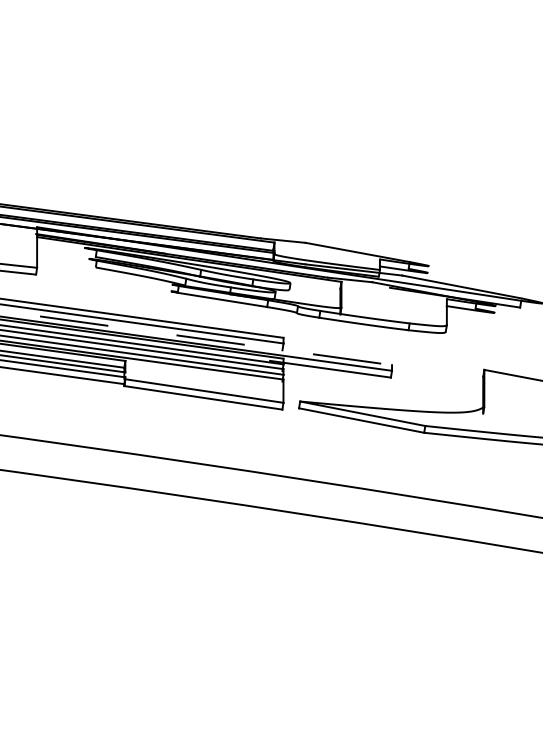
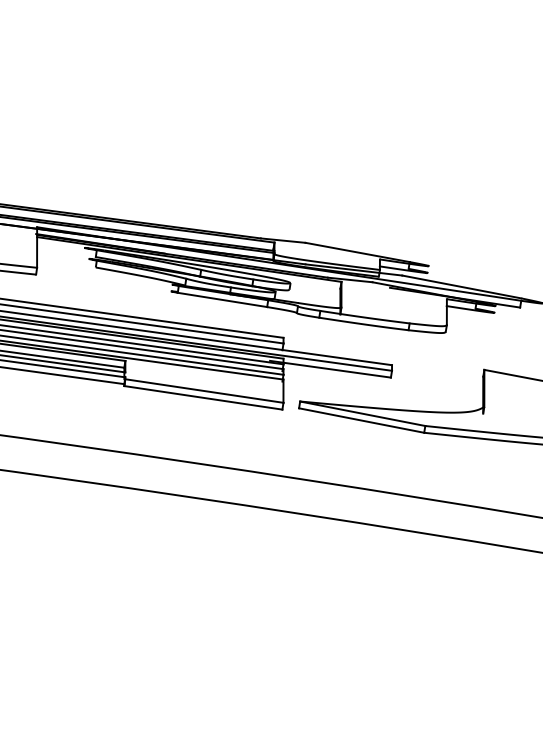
line at (196, 338): dashed -> solid
